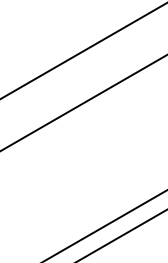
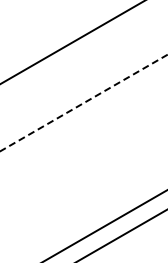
line at (83, 50) position: (83, 50) -> (72, 42)
line at (84, 102): solid -> dashed
